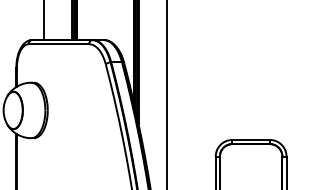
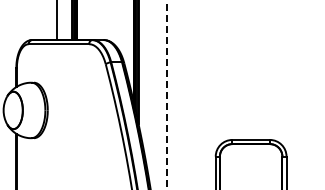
line at (43, 21) position: (43, 21) -> (56, 21)
line at (167, 95): solid -> dashed
